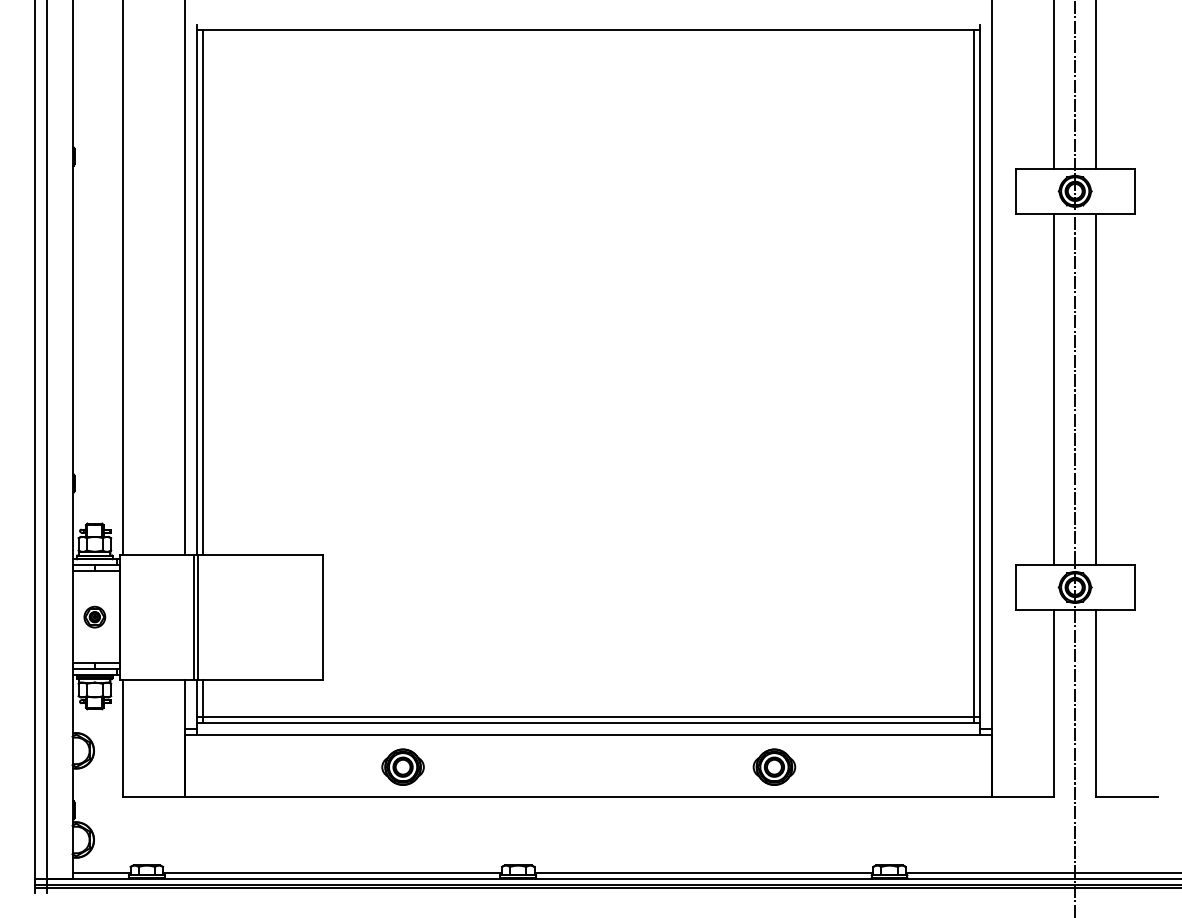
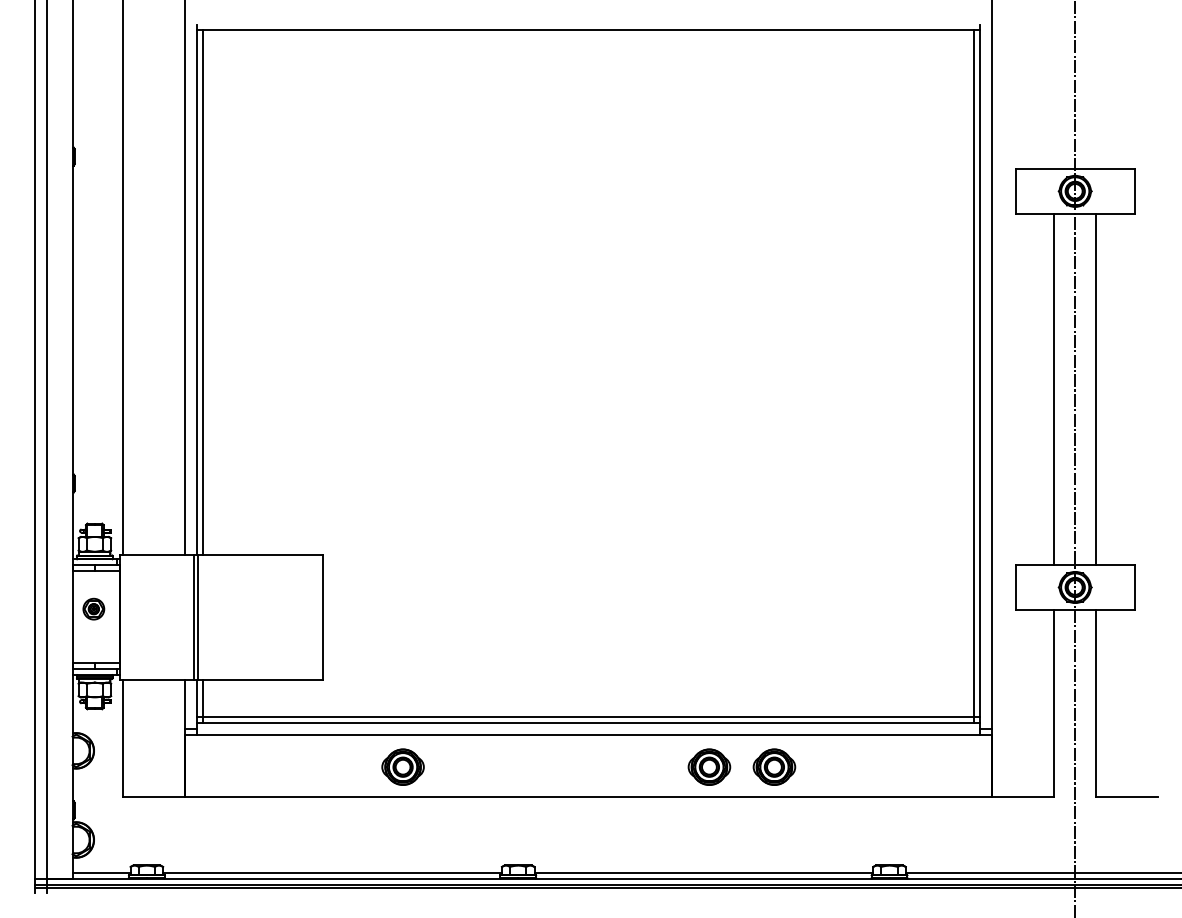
line at (1054, 85): present -> none
line at (1096, 85): present -> none
part at (94, 616) position: (94, 616) -> (93, 608)
part at (709, 766): none -> present
